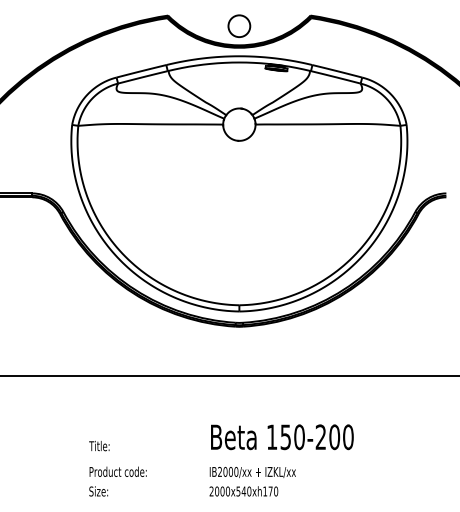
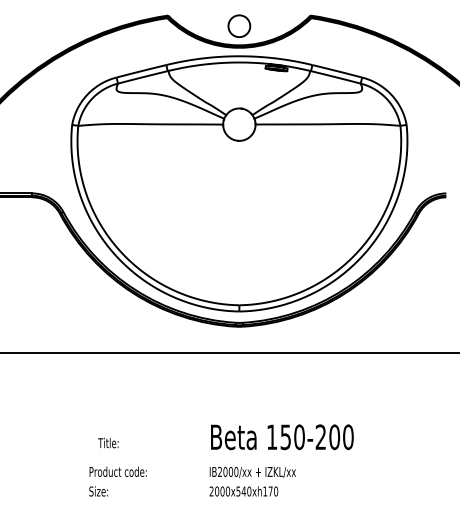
line at (229, 375) position: (229, 375) -> (229, 352)
text at (99, 446) position: (99, 446) -> (108, 443)
